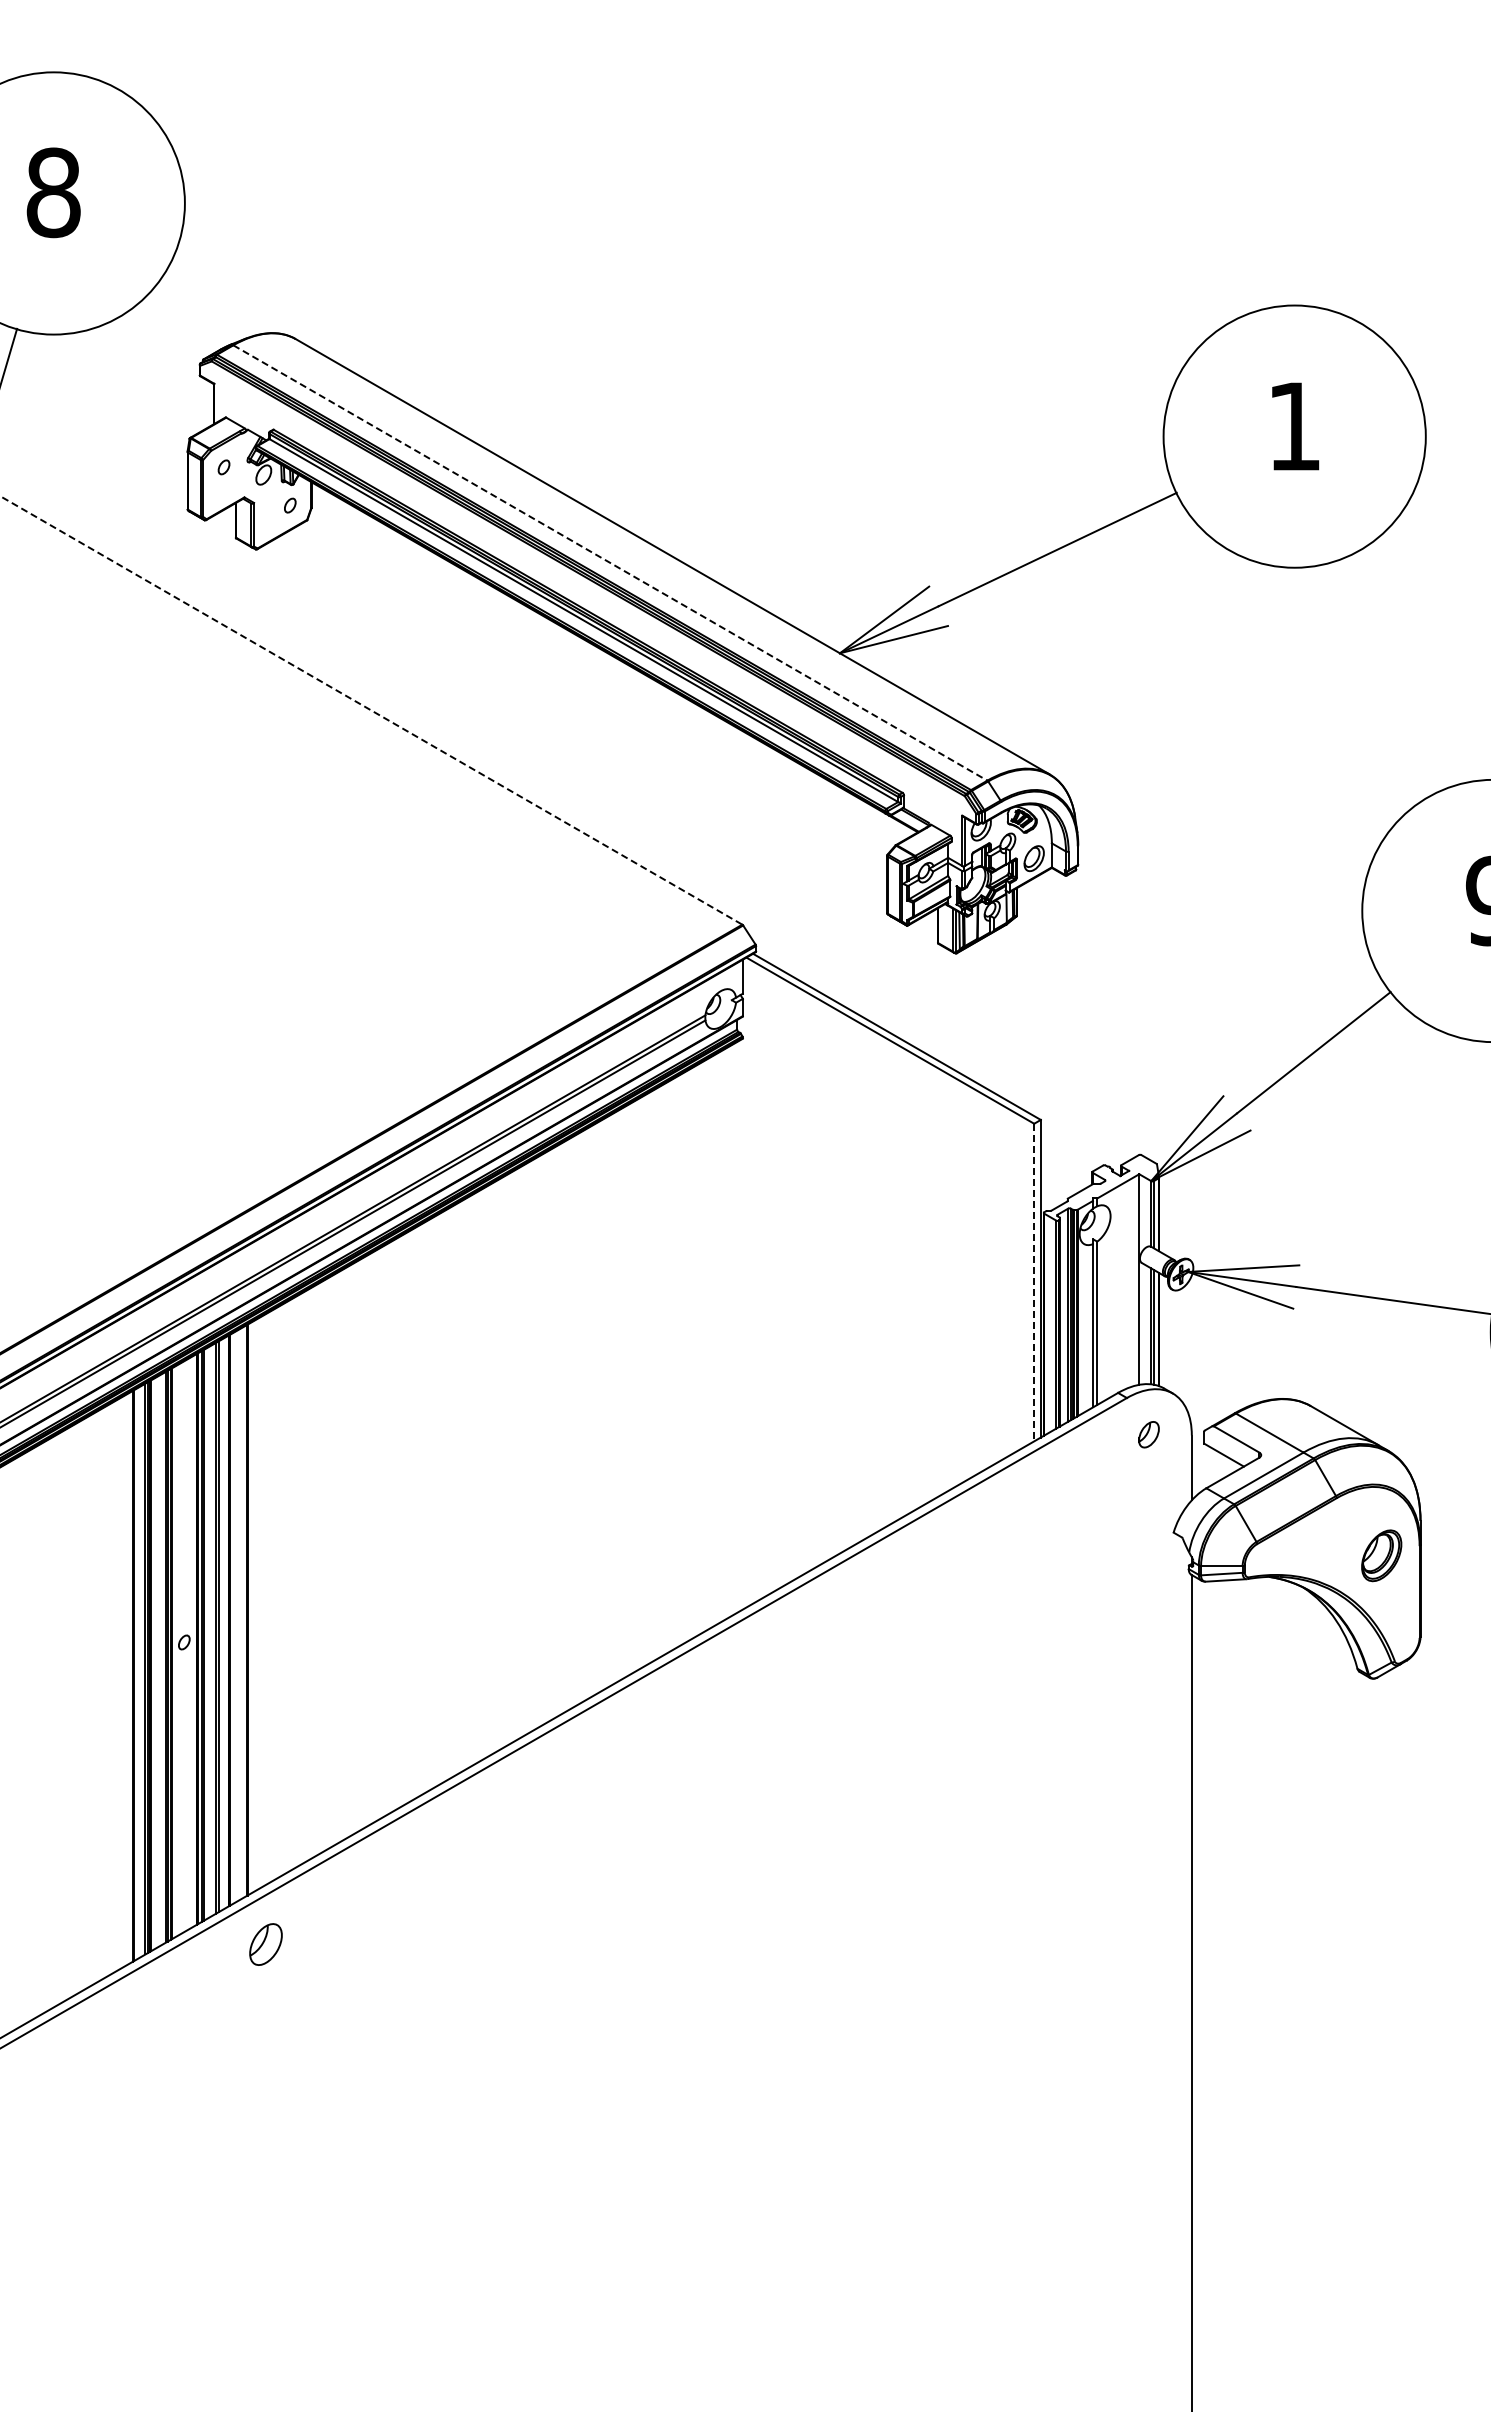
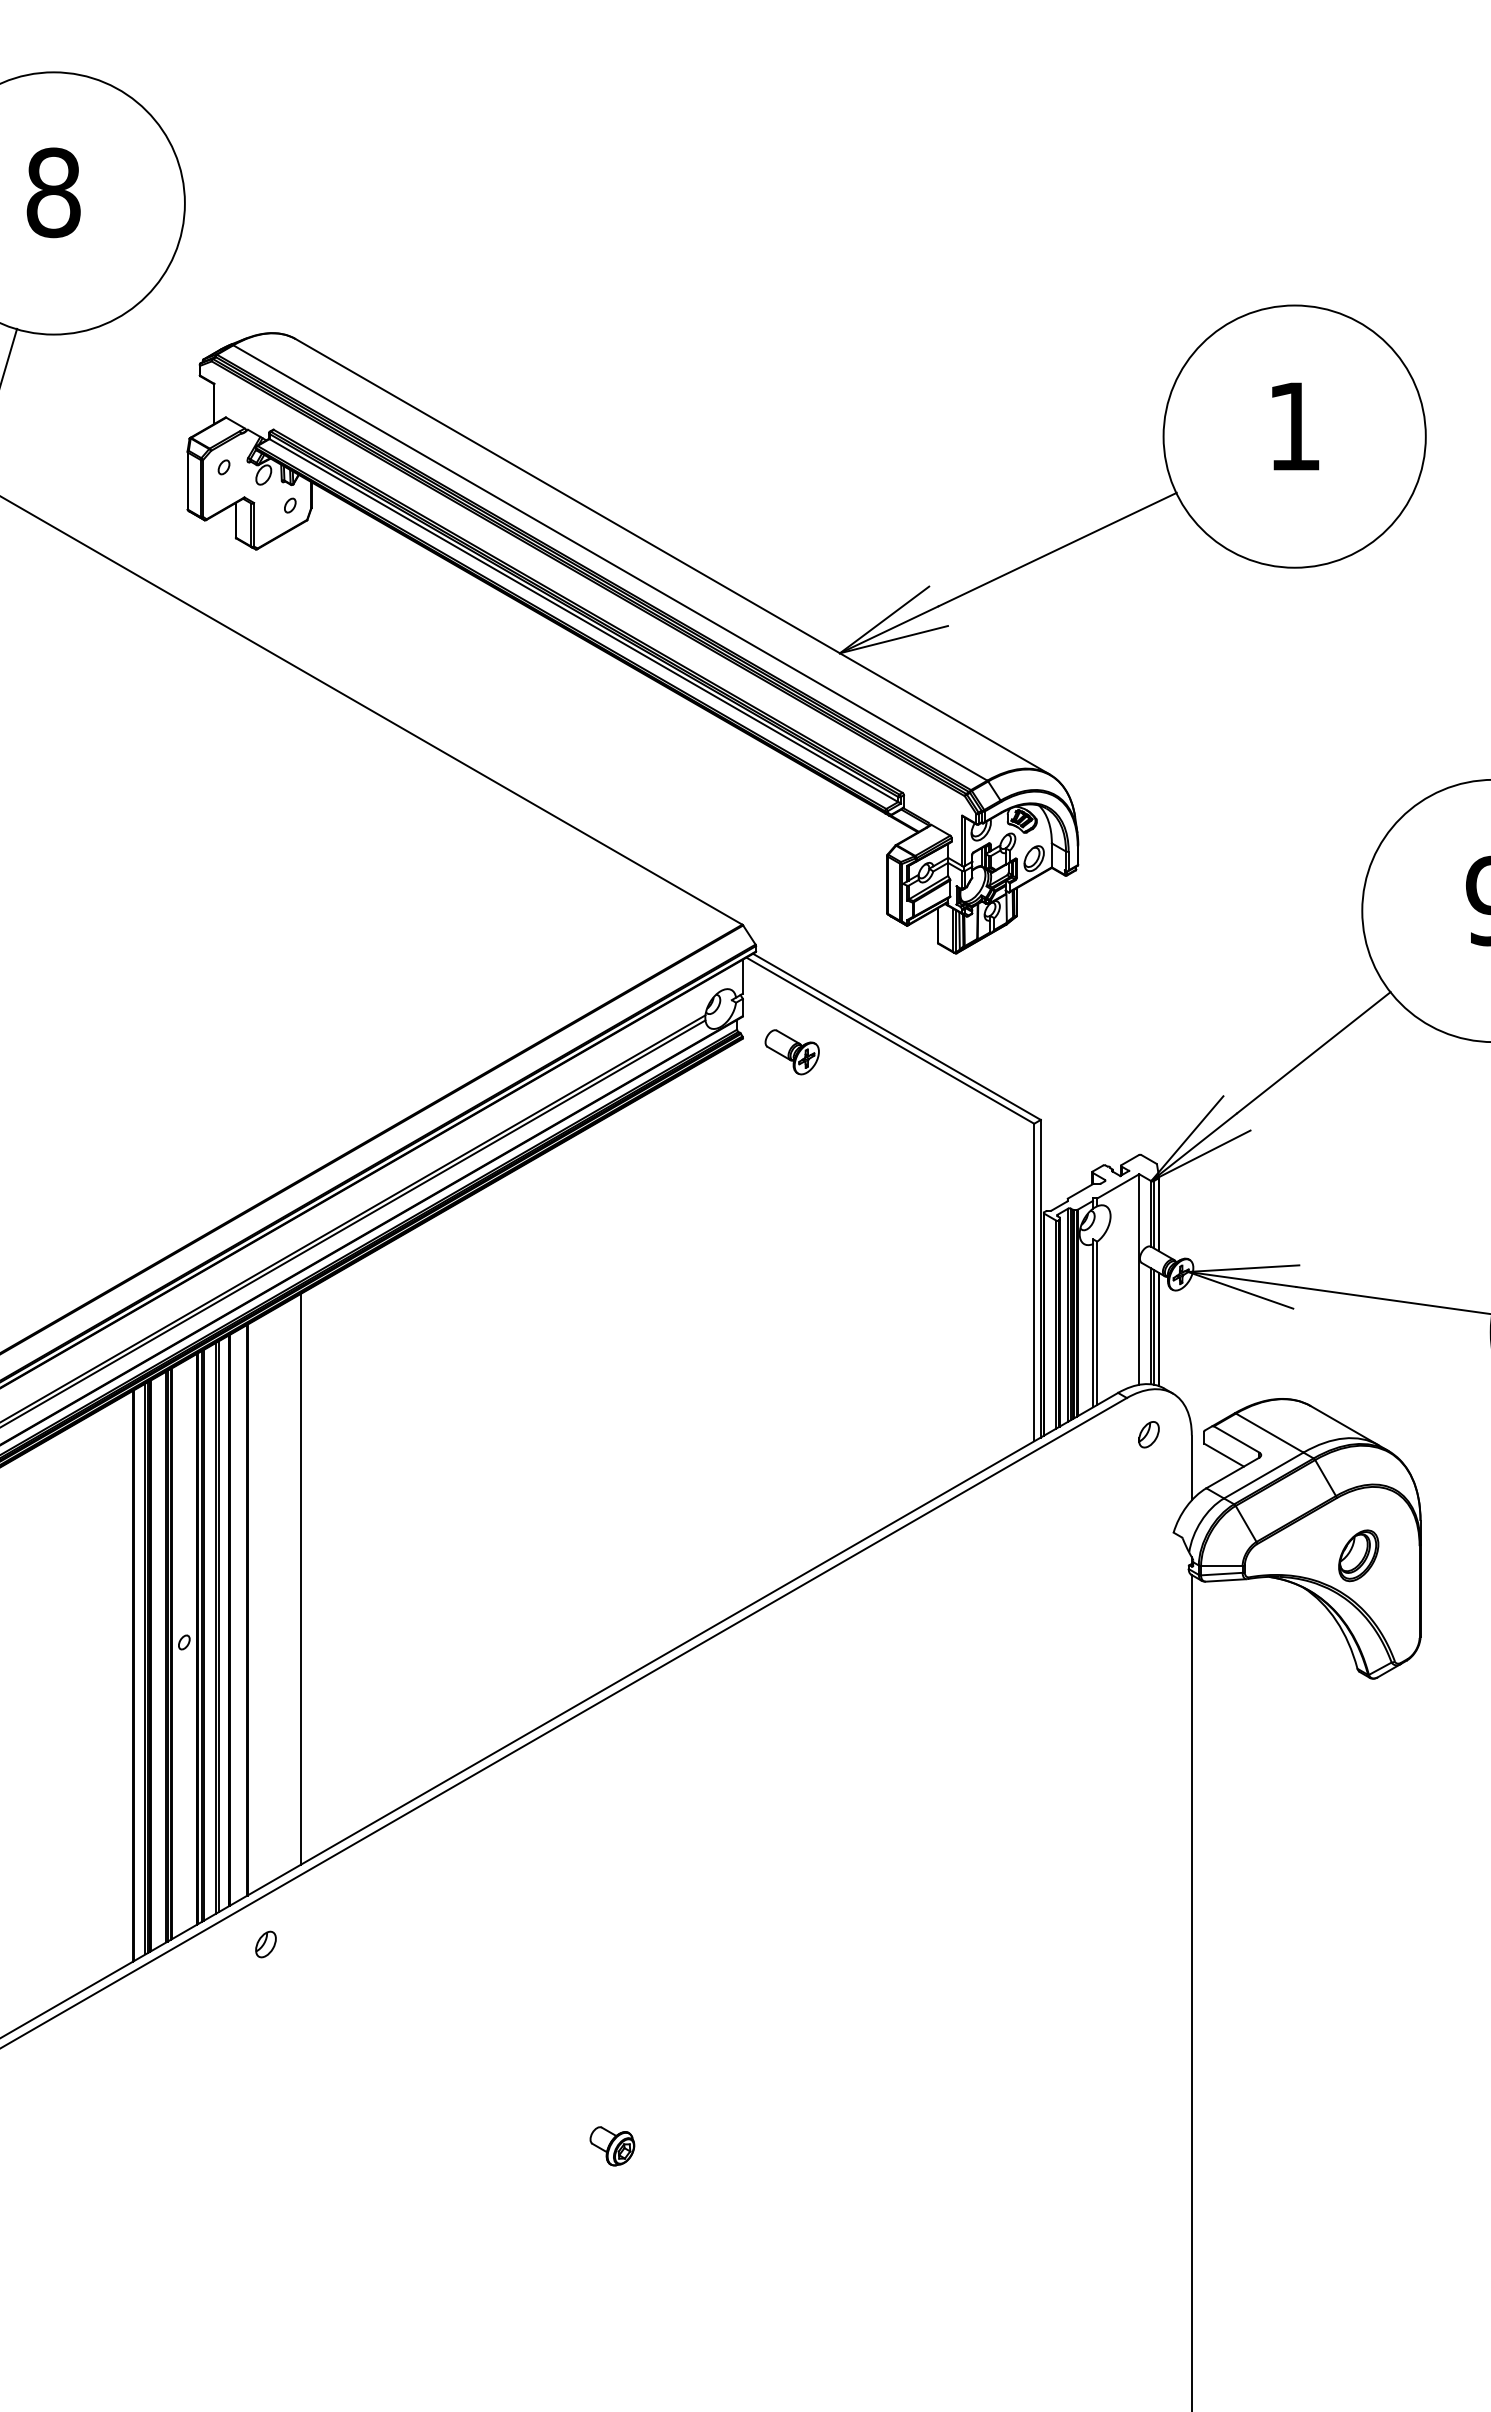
line at (610, 563): dashed -> solid
line at (371, 710): dashed -> solid
part at (791, 1052): none -> present
line at (1034, 1282): dashed -> solid
part at (1381, 1555) position: (1381, 1555) -> (1358, 1555)
line at (301, 1578): none -> present
part at (265, 1944) size: 34x43 px -> 22x29 px
part at (612, 2146): none -> present
